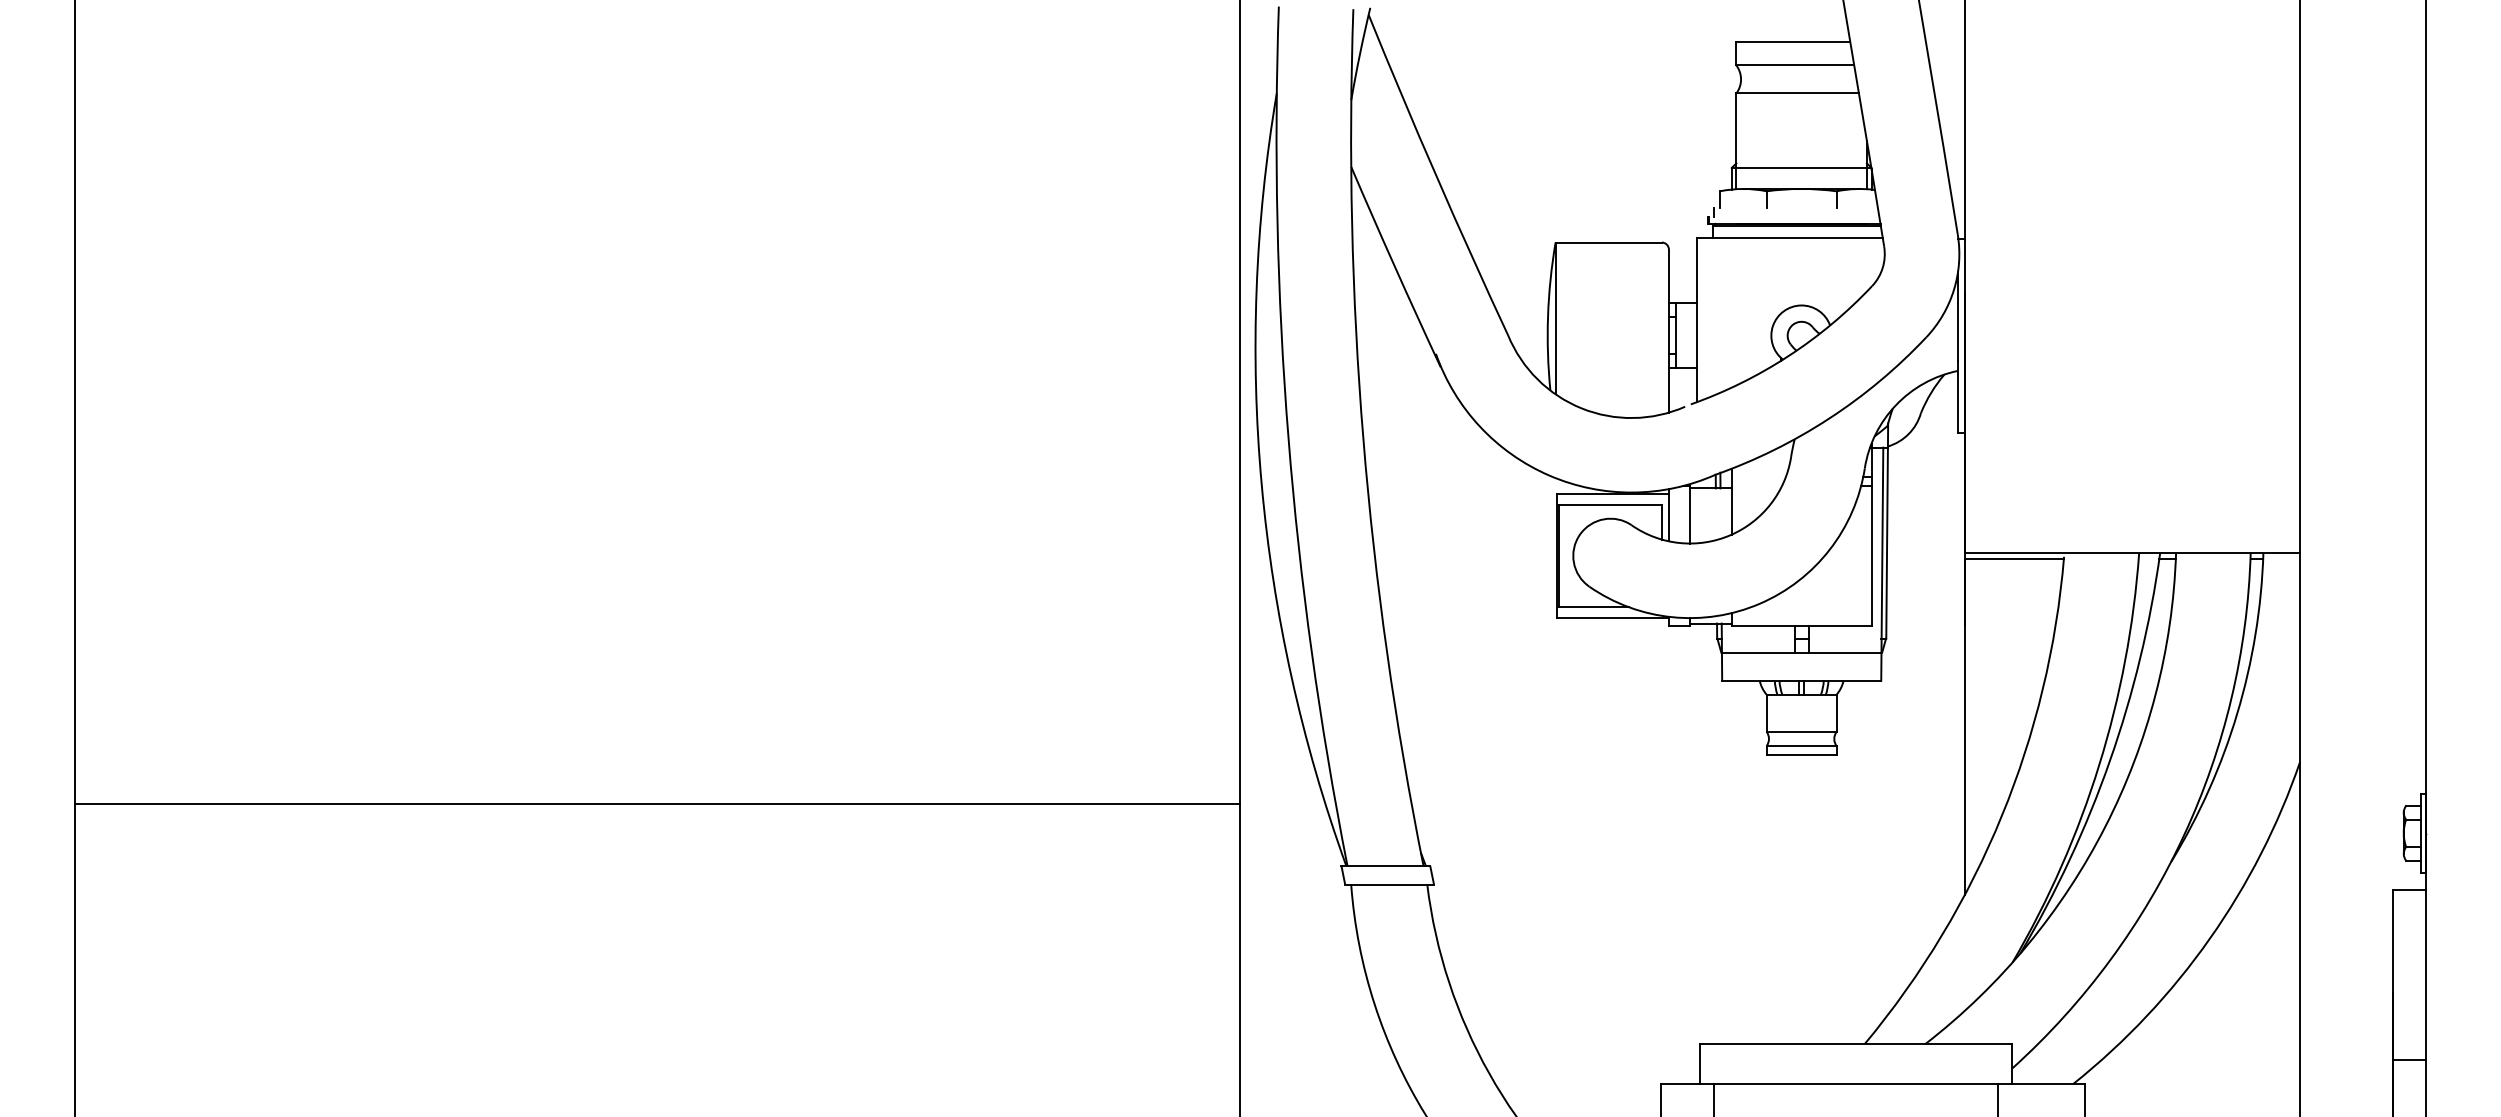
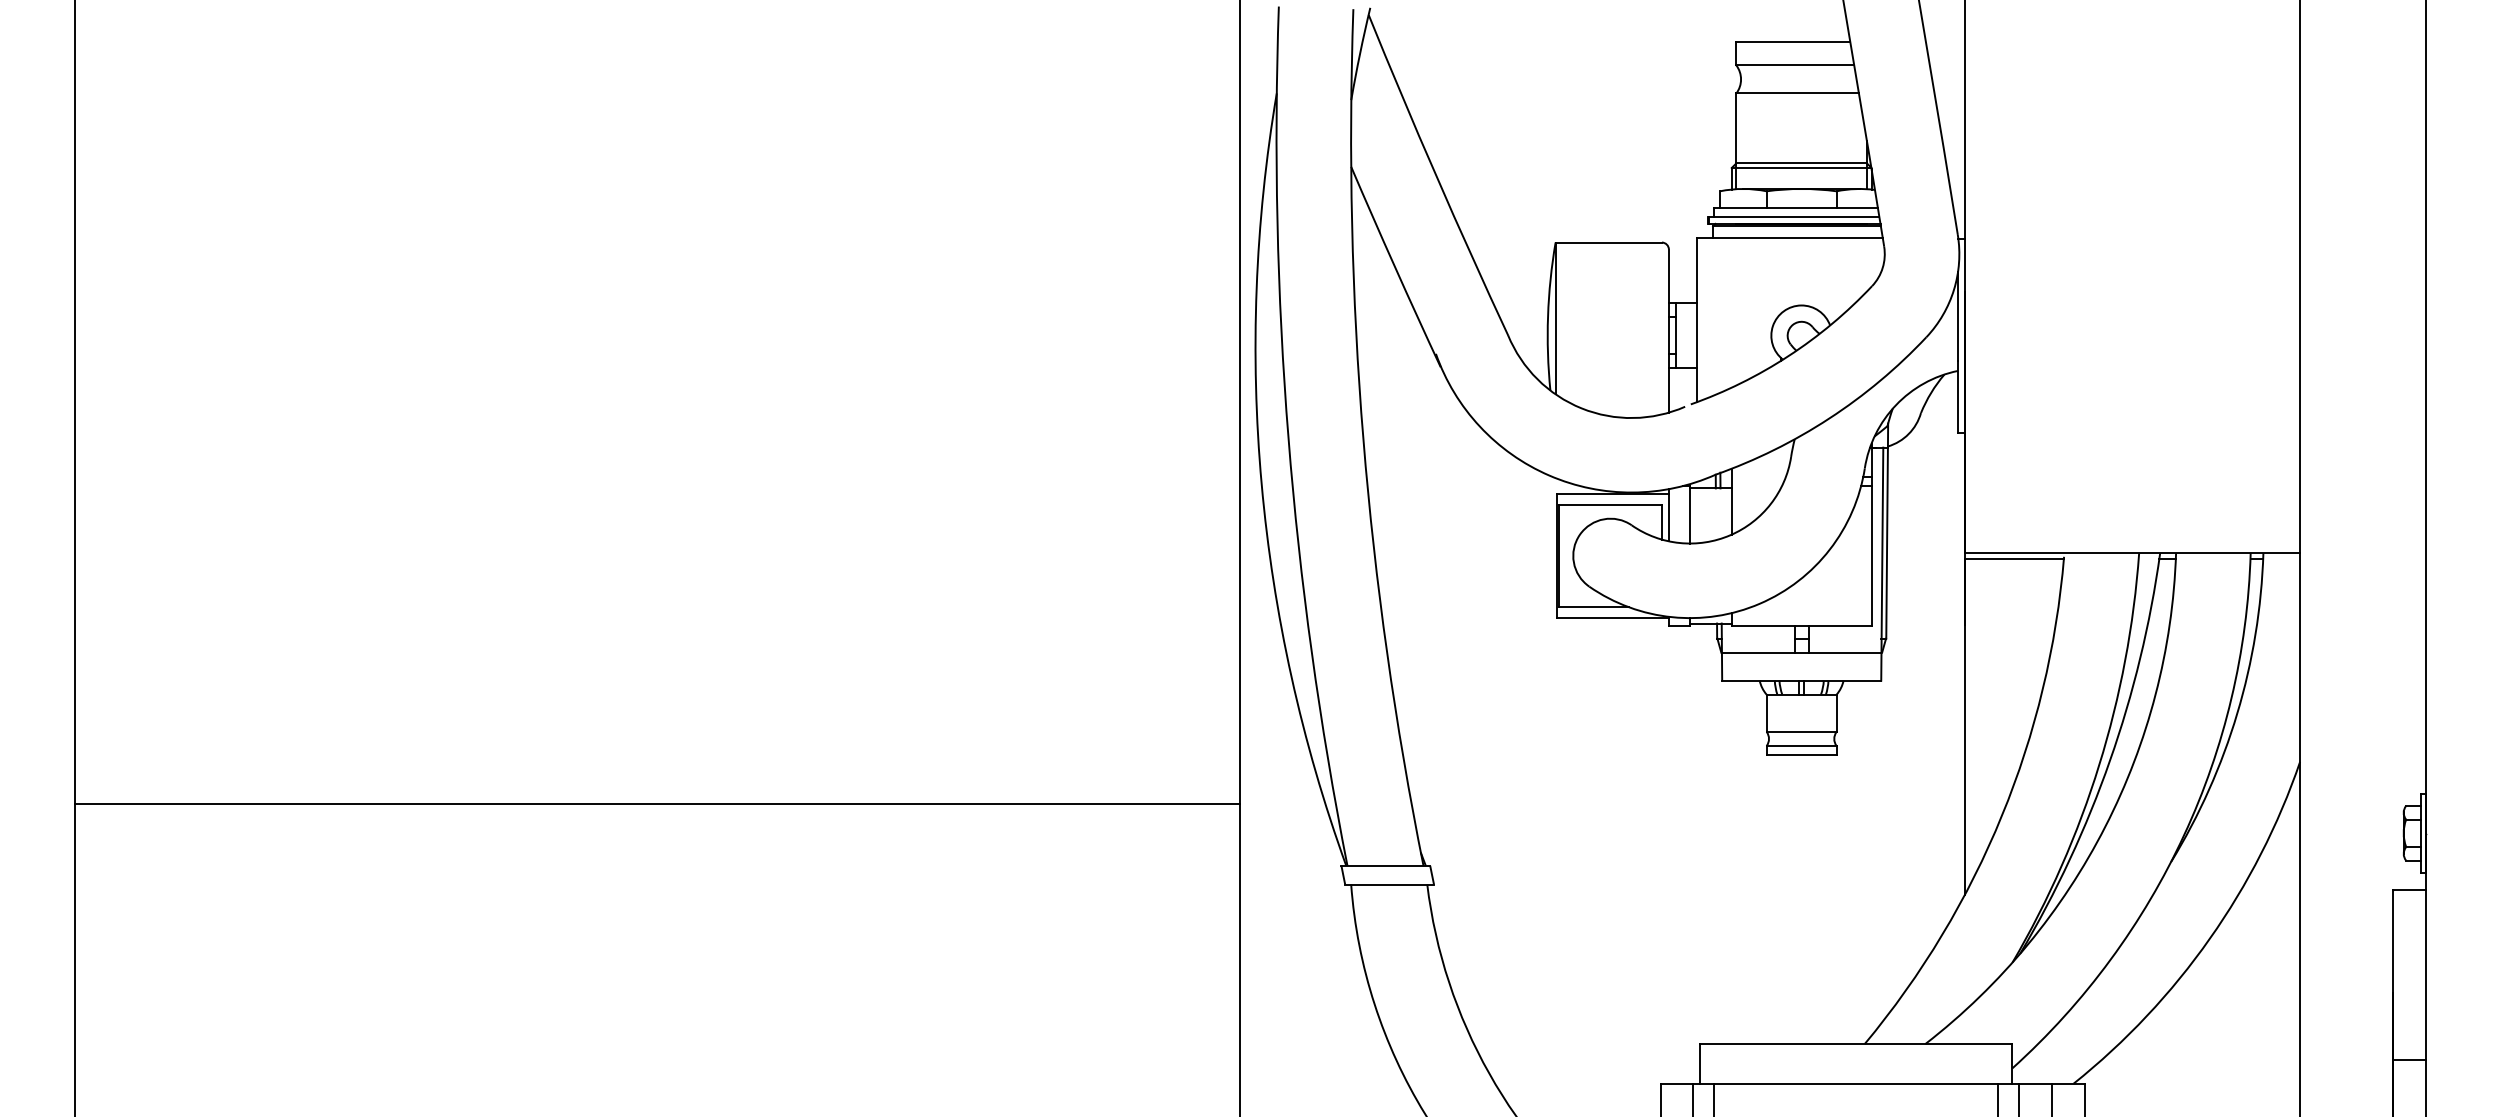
line at (1801, 163): none -> present
line at (1795, 207): none -> present
line at (1793, 216): none -> present
line at (1693, 1098): none -> present
line at (2019, 1098): none -> present
line at (2052, 1098): none -> present
